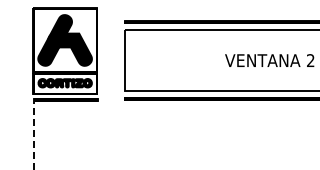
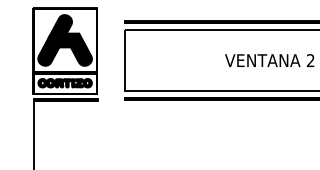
line at (33, 134): dashed -> solid
